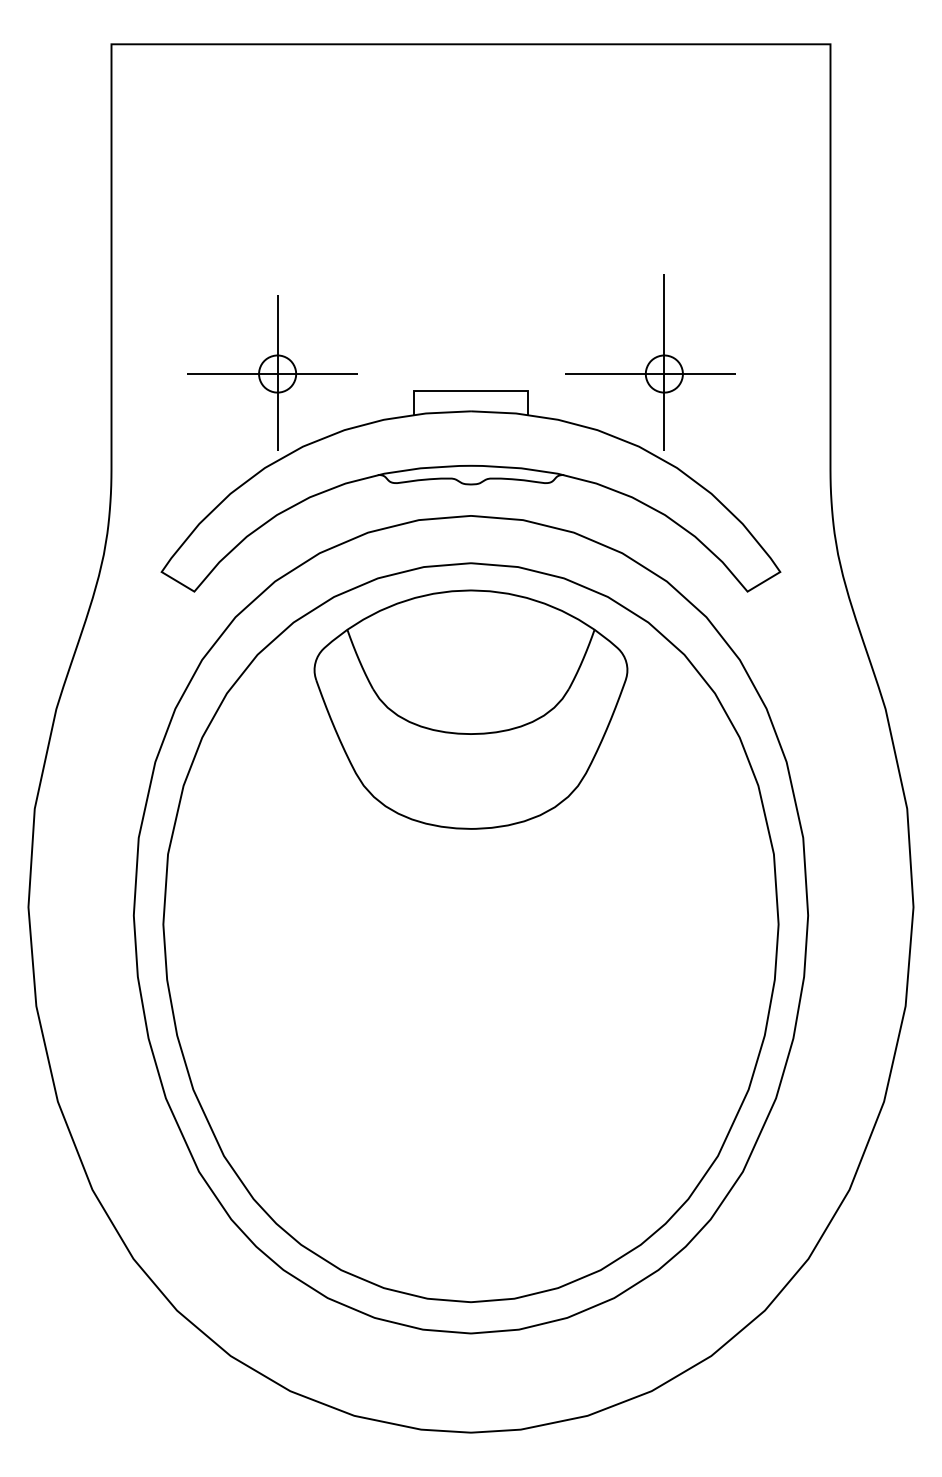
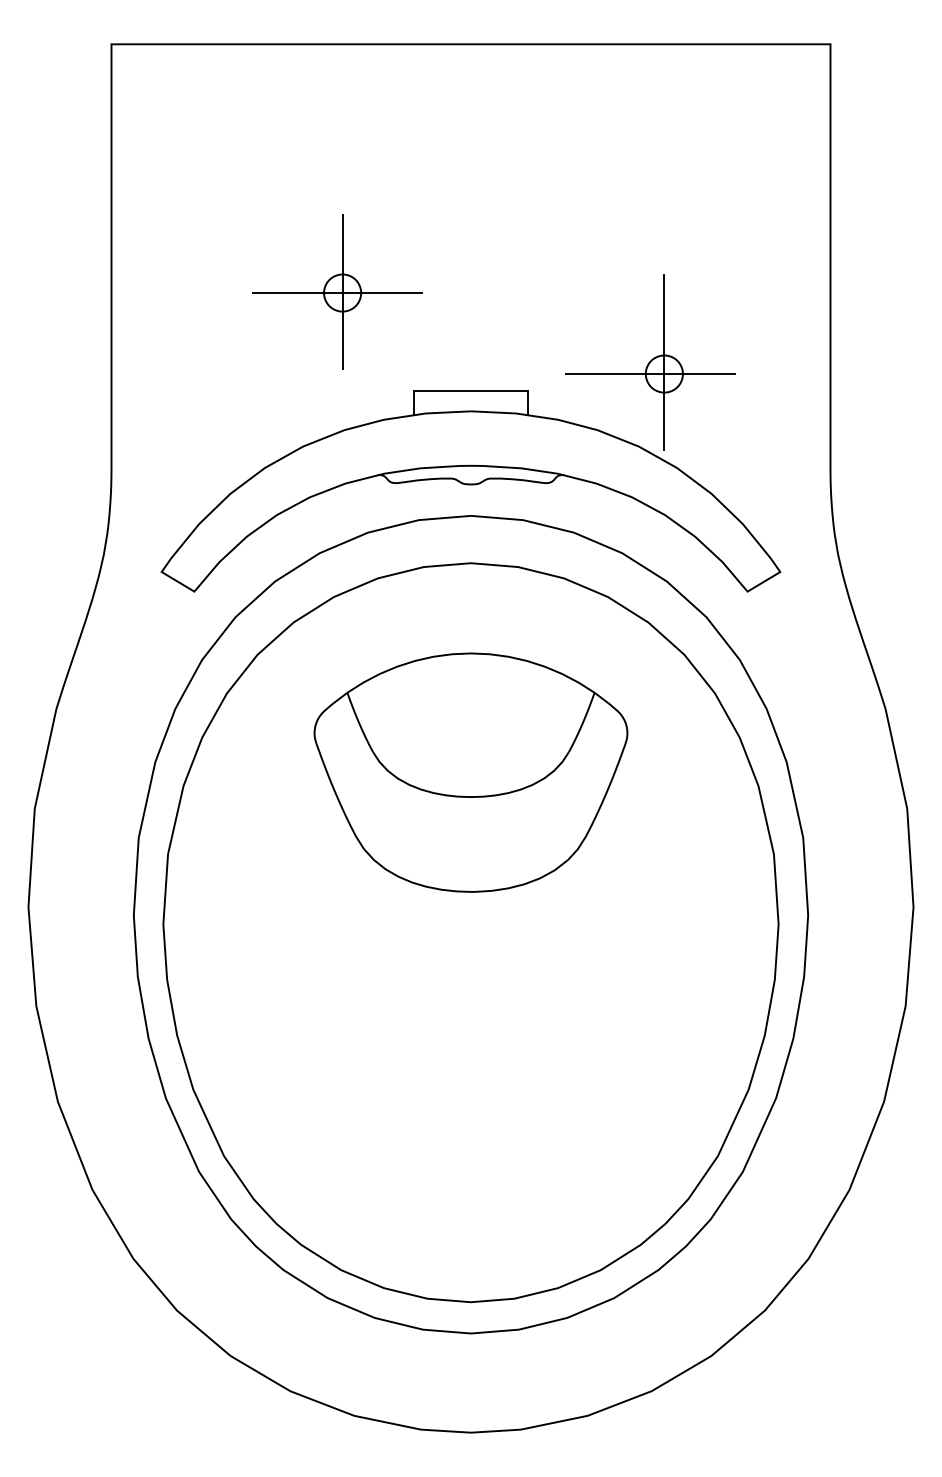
part at (272, 372) position: (272, 372) -> (337, 291)
part at (470, 709) position: (470, 709) -> (470, 772)
